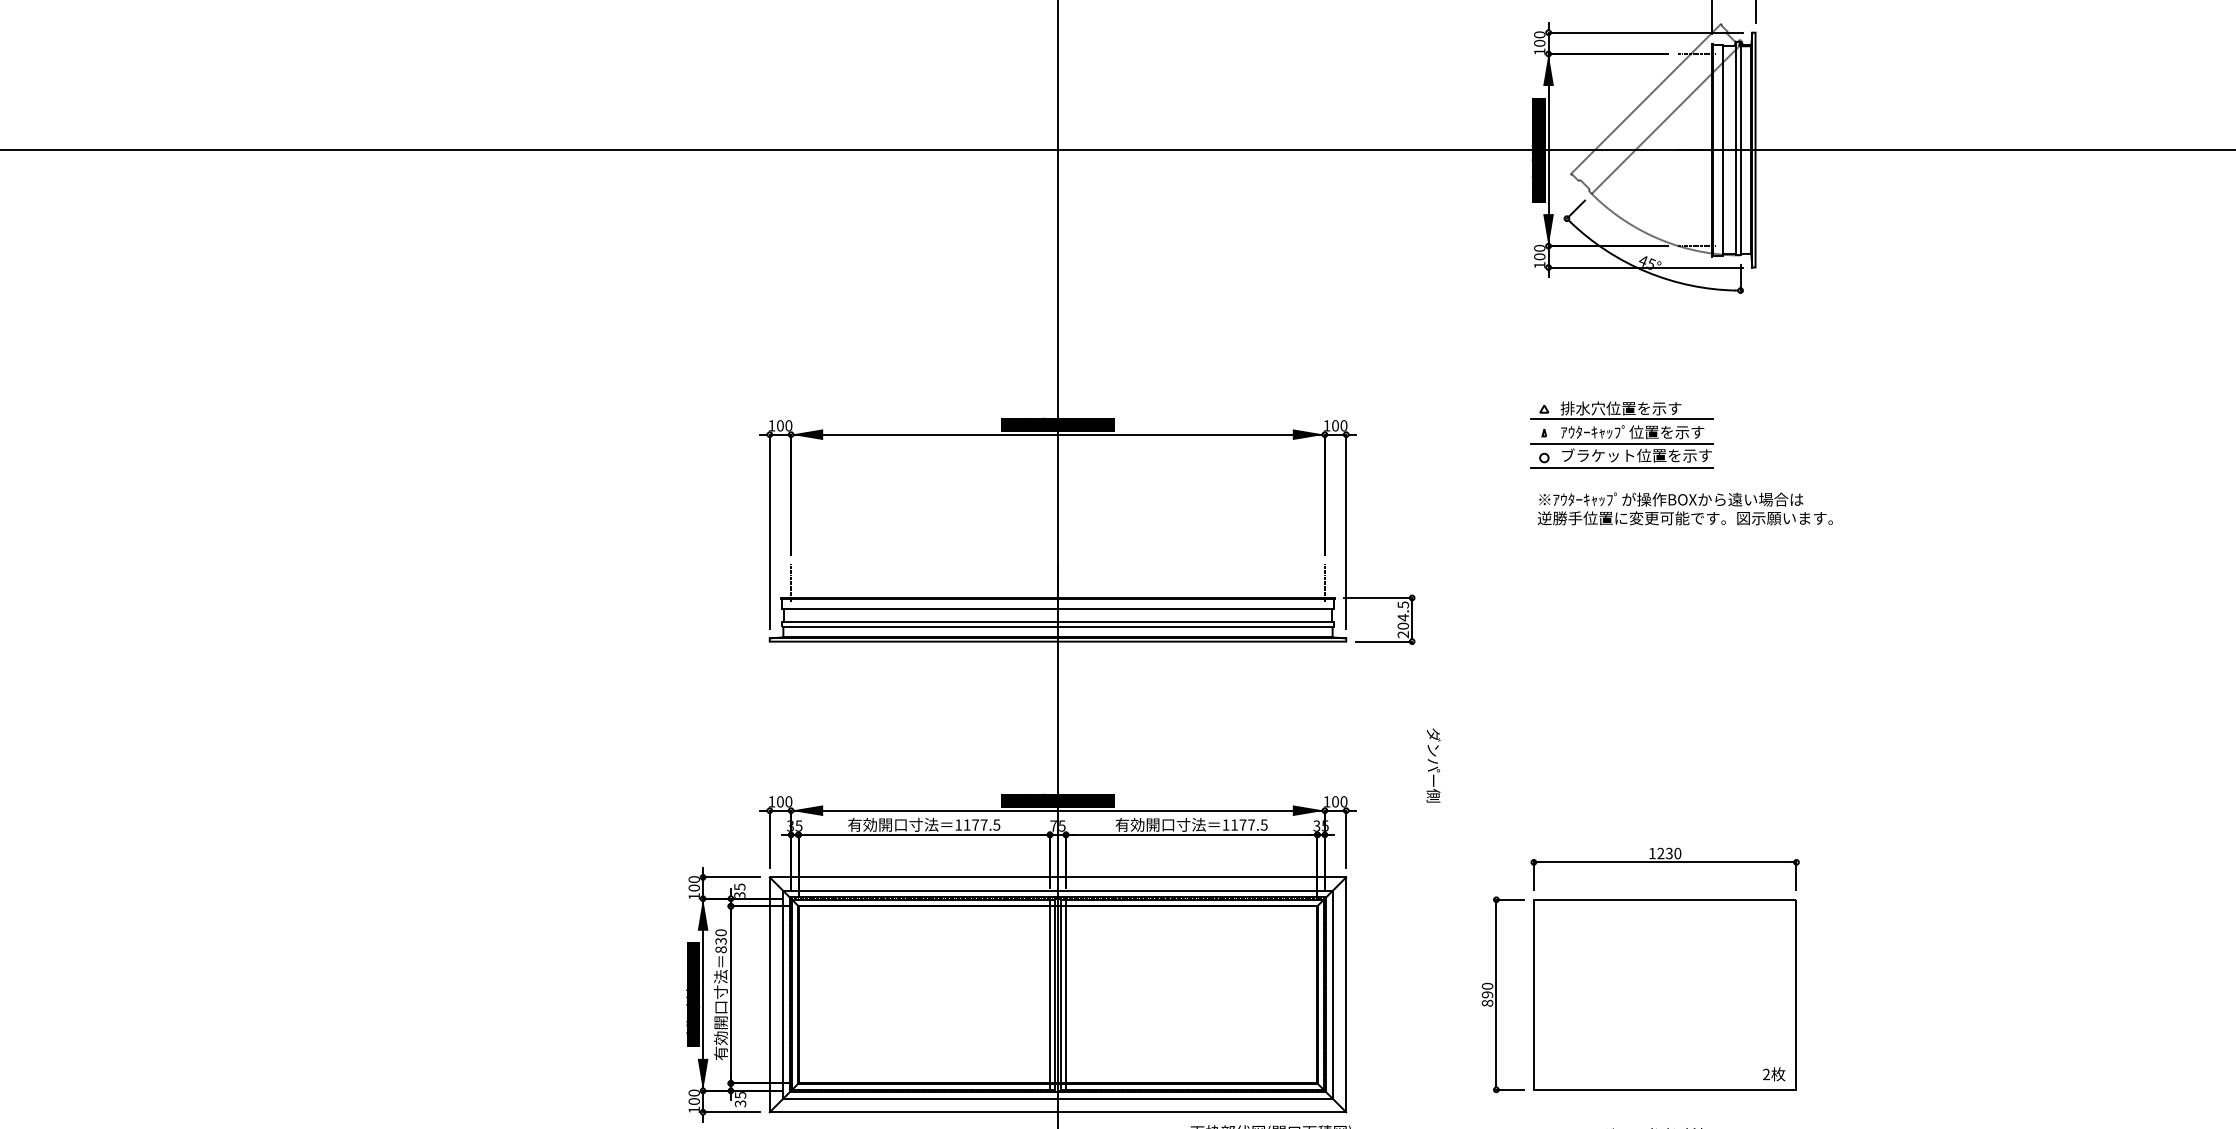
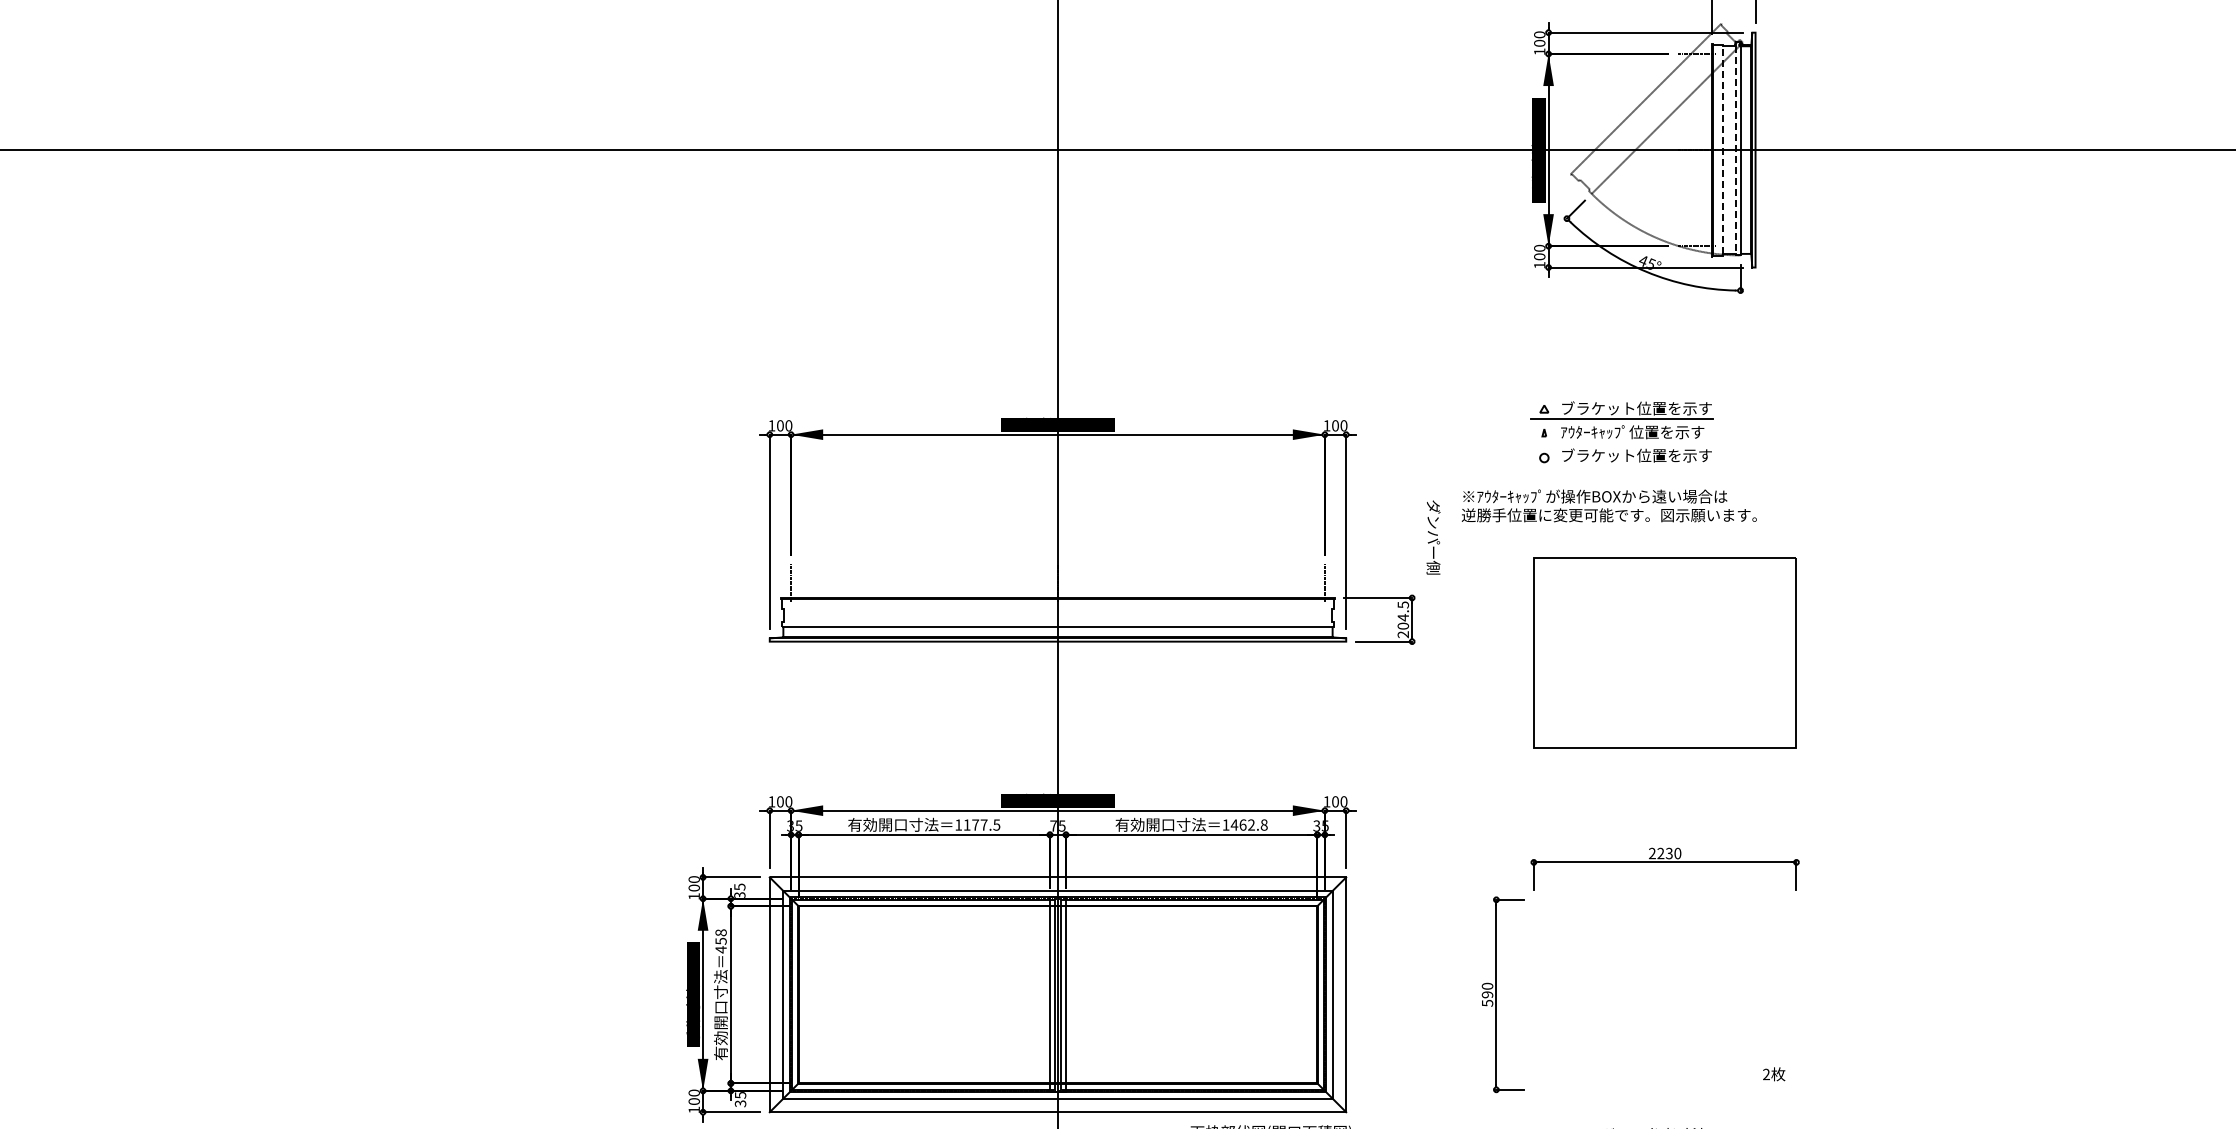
line at (1722, 150): solid -> dashed
line at (1736, 150): solid -> dashed
text at (1635, 408): 排水穴位置を示す -> ブラケット位置を示す
line at (1622, 443): present -> none
line at (1622, 467): present -> none
text at (1684, 508) position: (1684, 508) -> (1608, 505)
line at (1057, 608): present -> none
line at (1057, 622): present -> none
text at (1433, 765) position: (1433, 765) -> (1433, 537)
text at (1248, 824): 1177.5 -> 1462.8
text at (1652, 853): 1230 -> 2230
text at (720, 941): 830 -> 458
part at (1664, 994) position: (1664, 994) -> (1664, 652)
text at (1487, 1002): 890 -> 590
